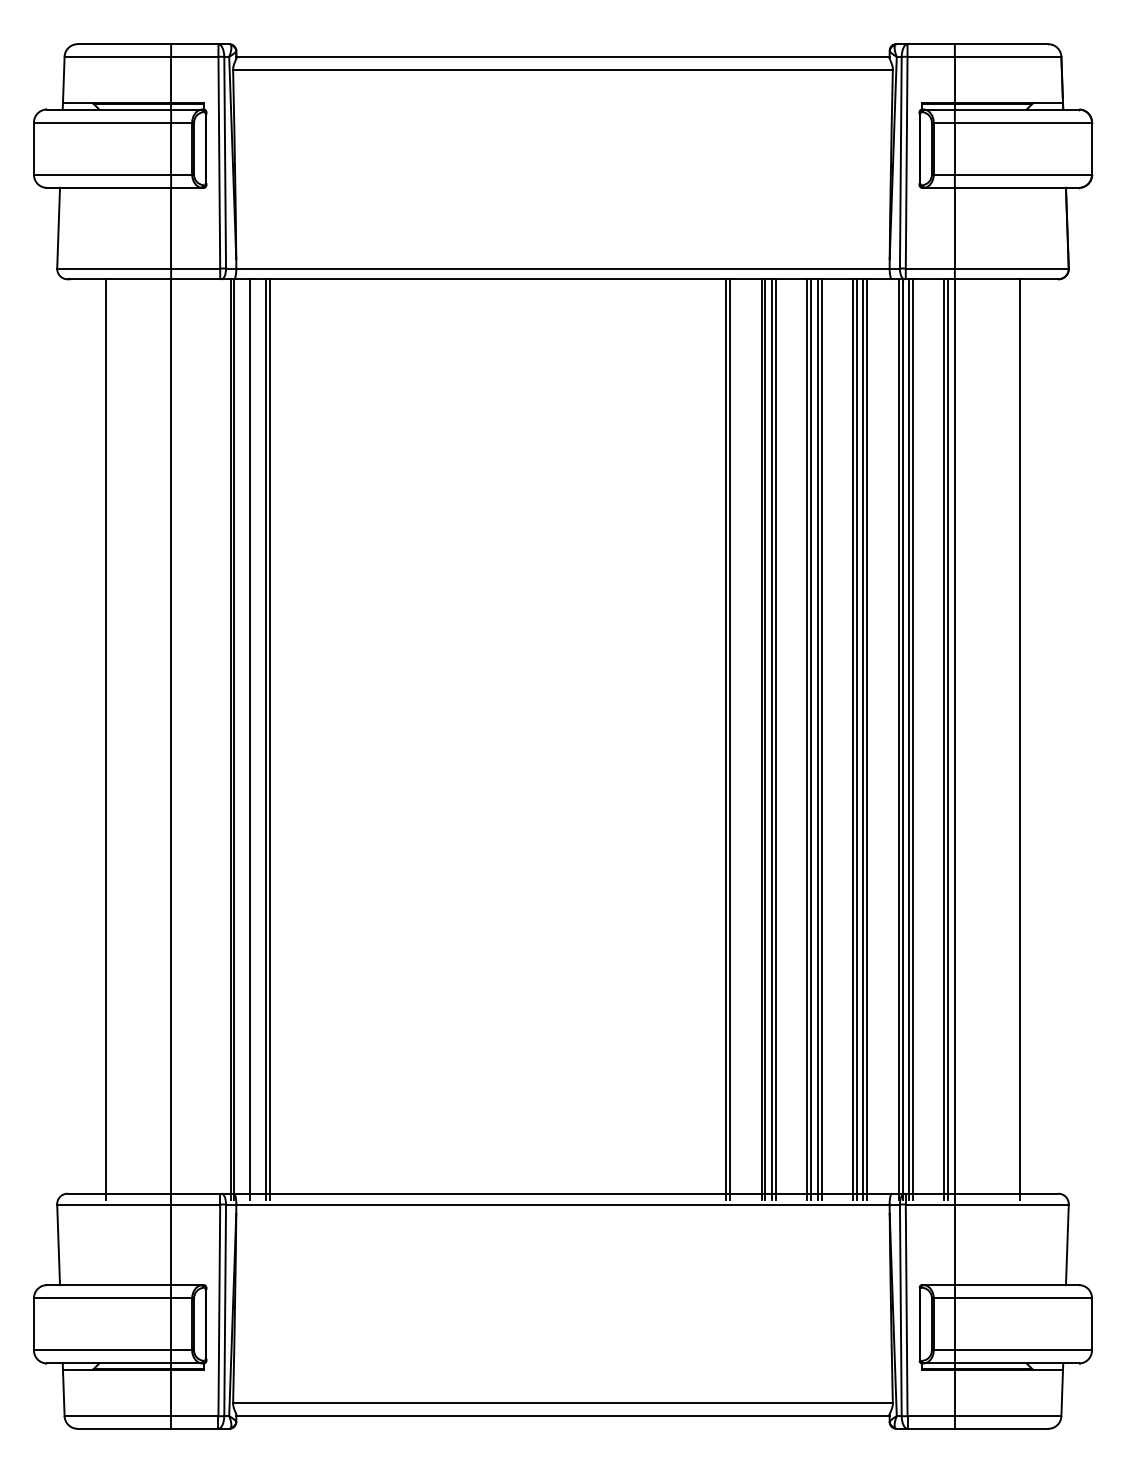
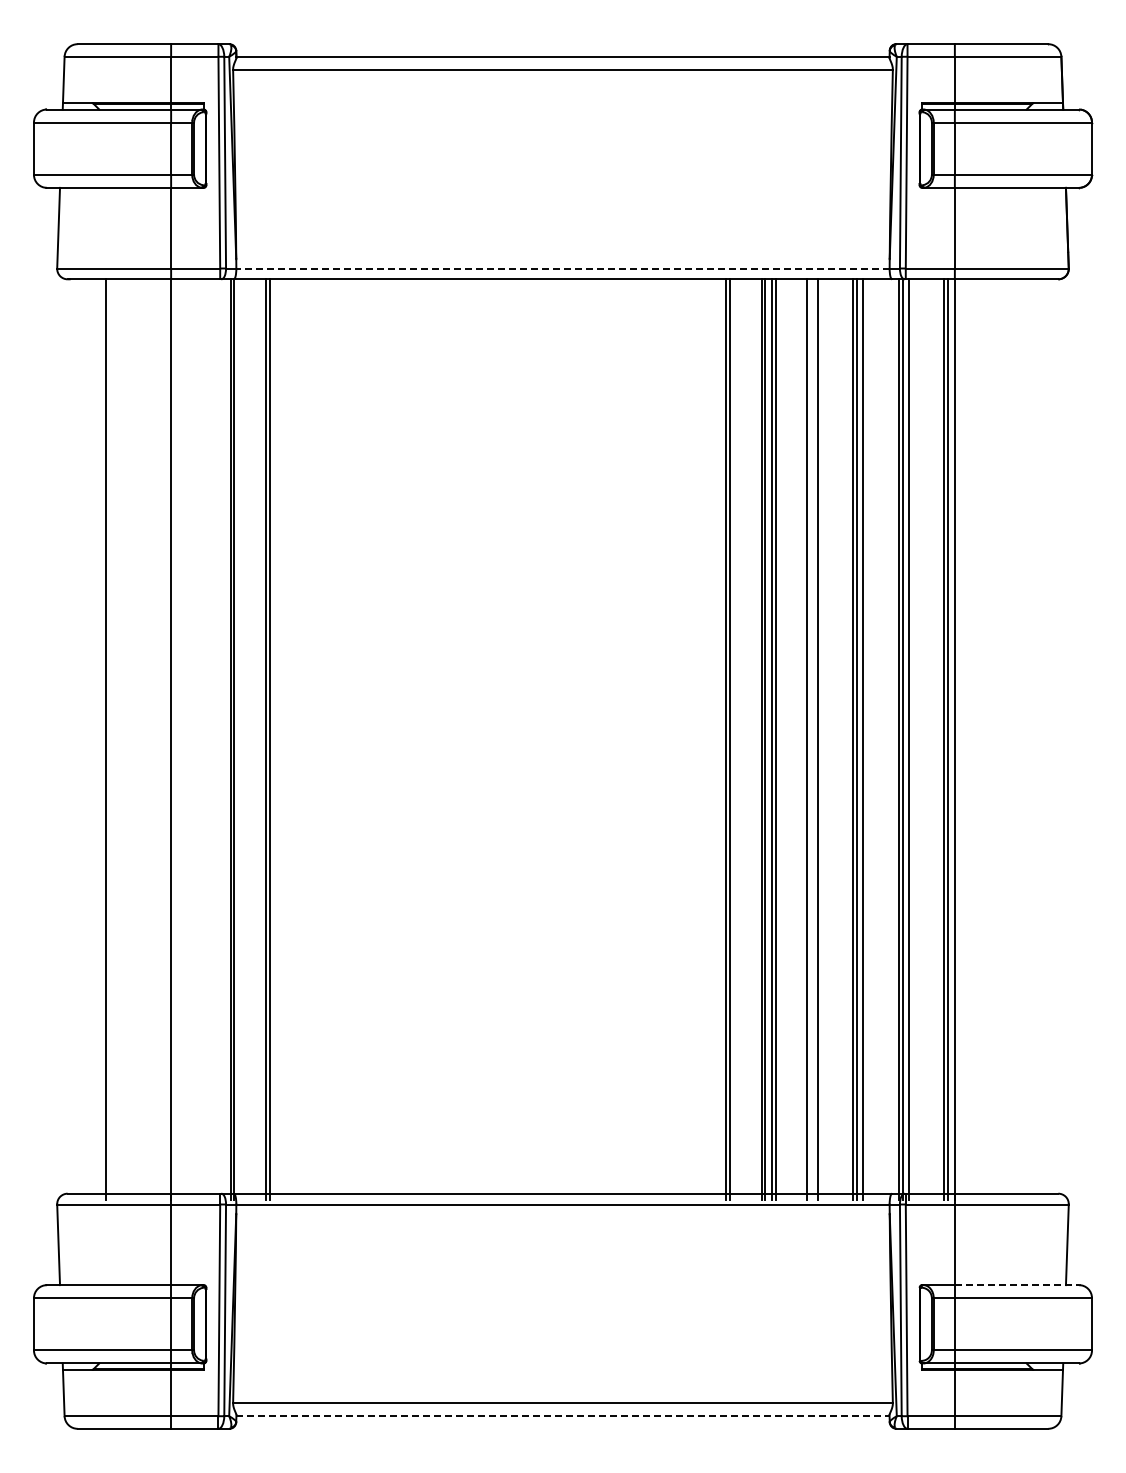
line at (562, 268): solid -> dashed
line at (250, 739): present -> none
line at (811, 739): present -> none
line at (821, 739): present -> none
line at (867, 739): present -> none
line at (913, 739): present -> none
line at (1020, 739): present -> none
line at (1017, 1285): solid -> dashed
line at (563, 1415): solid -> dashed
